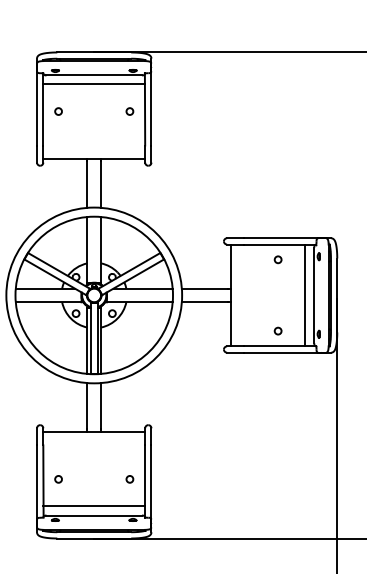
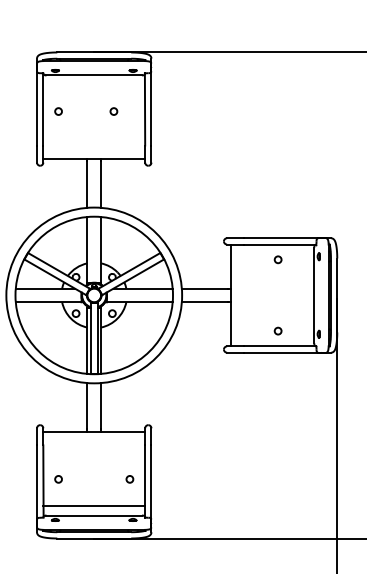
line at (94, 84): present -> none
circle at (129, 111) position: (129, 111) -> (113, 111)
line at (305, 295): present -> none
